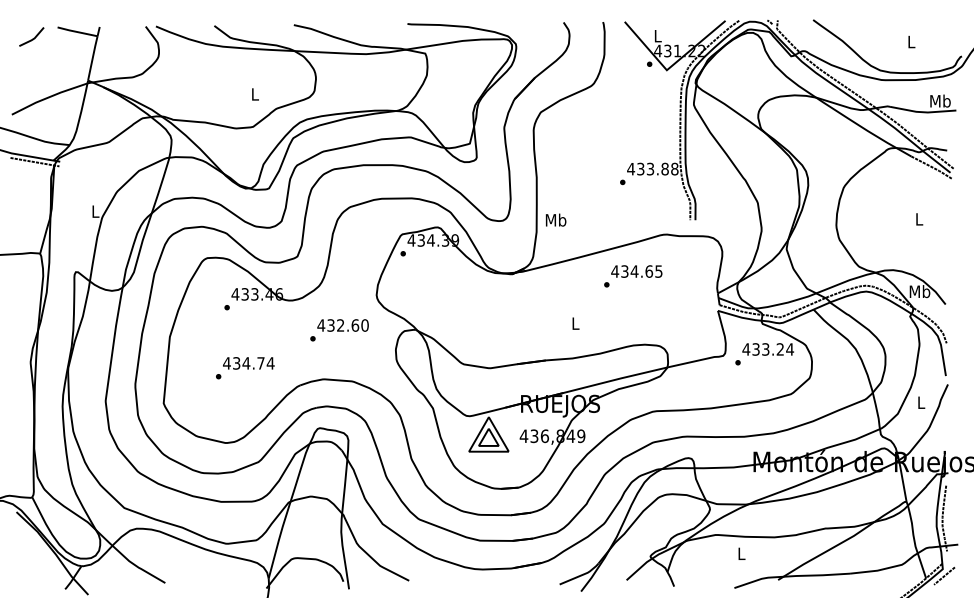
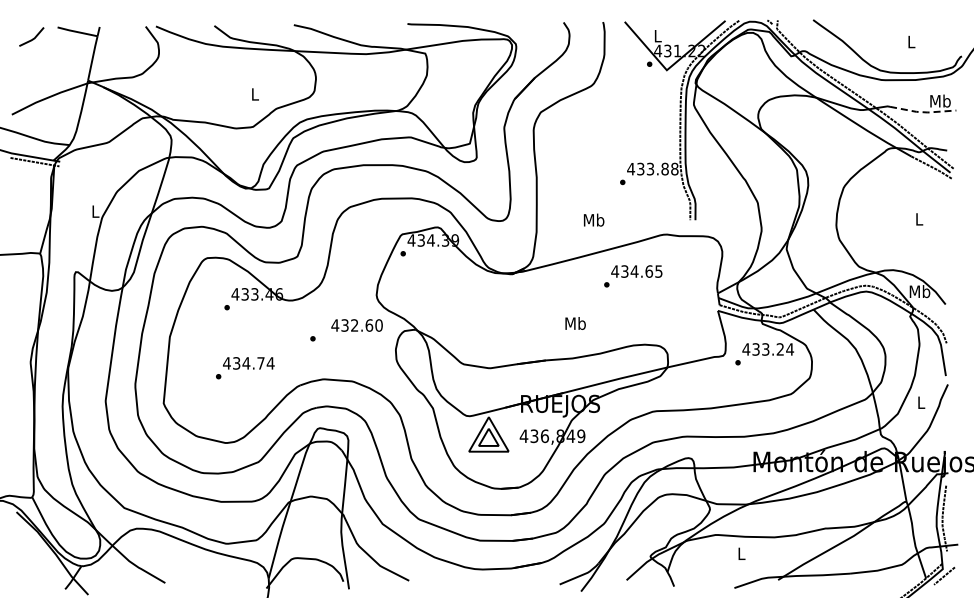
line at (923, 112): solid -> dashed
text at (555, 219) position: (555, 219) -> (593, 219)
text at (575, 323): L -> Mb
text at (342, 325) position: (342, 325) -> (356, 325)
